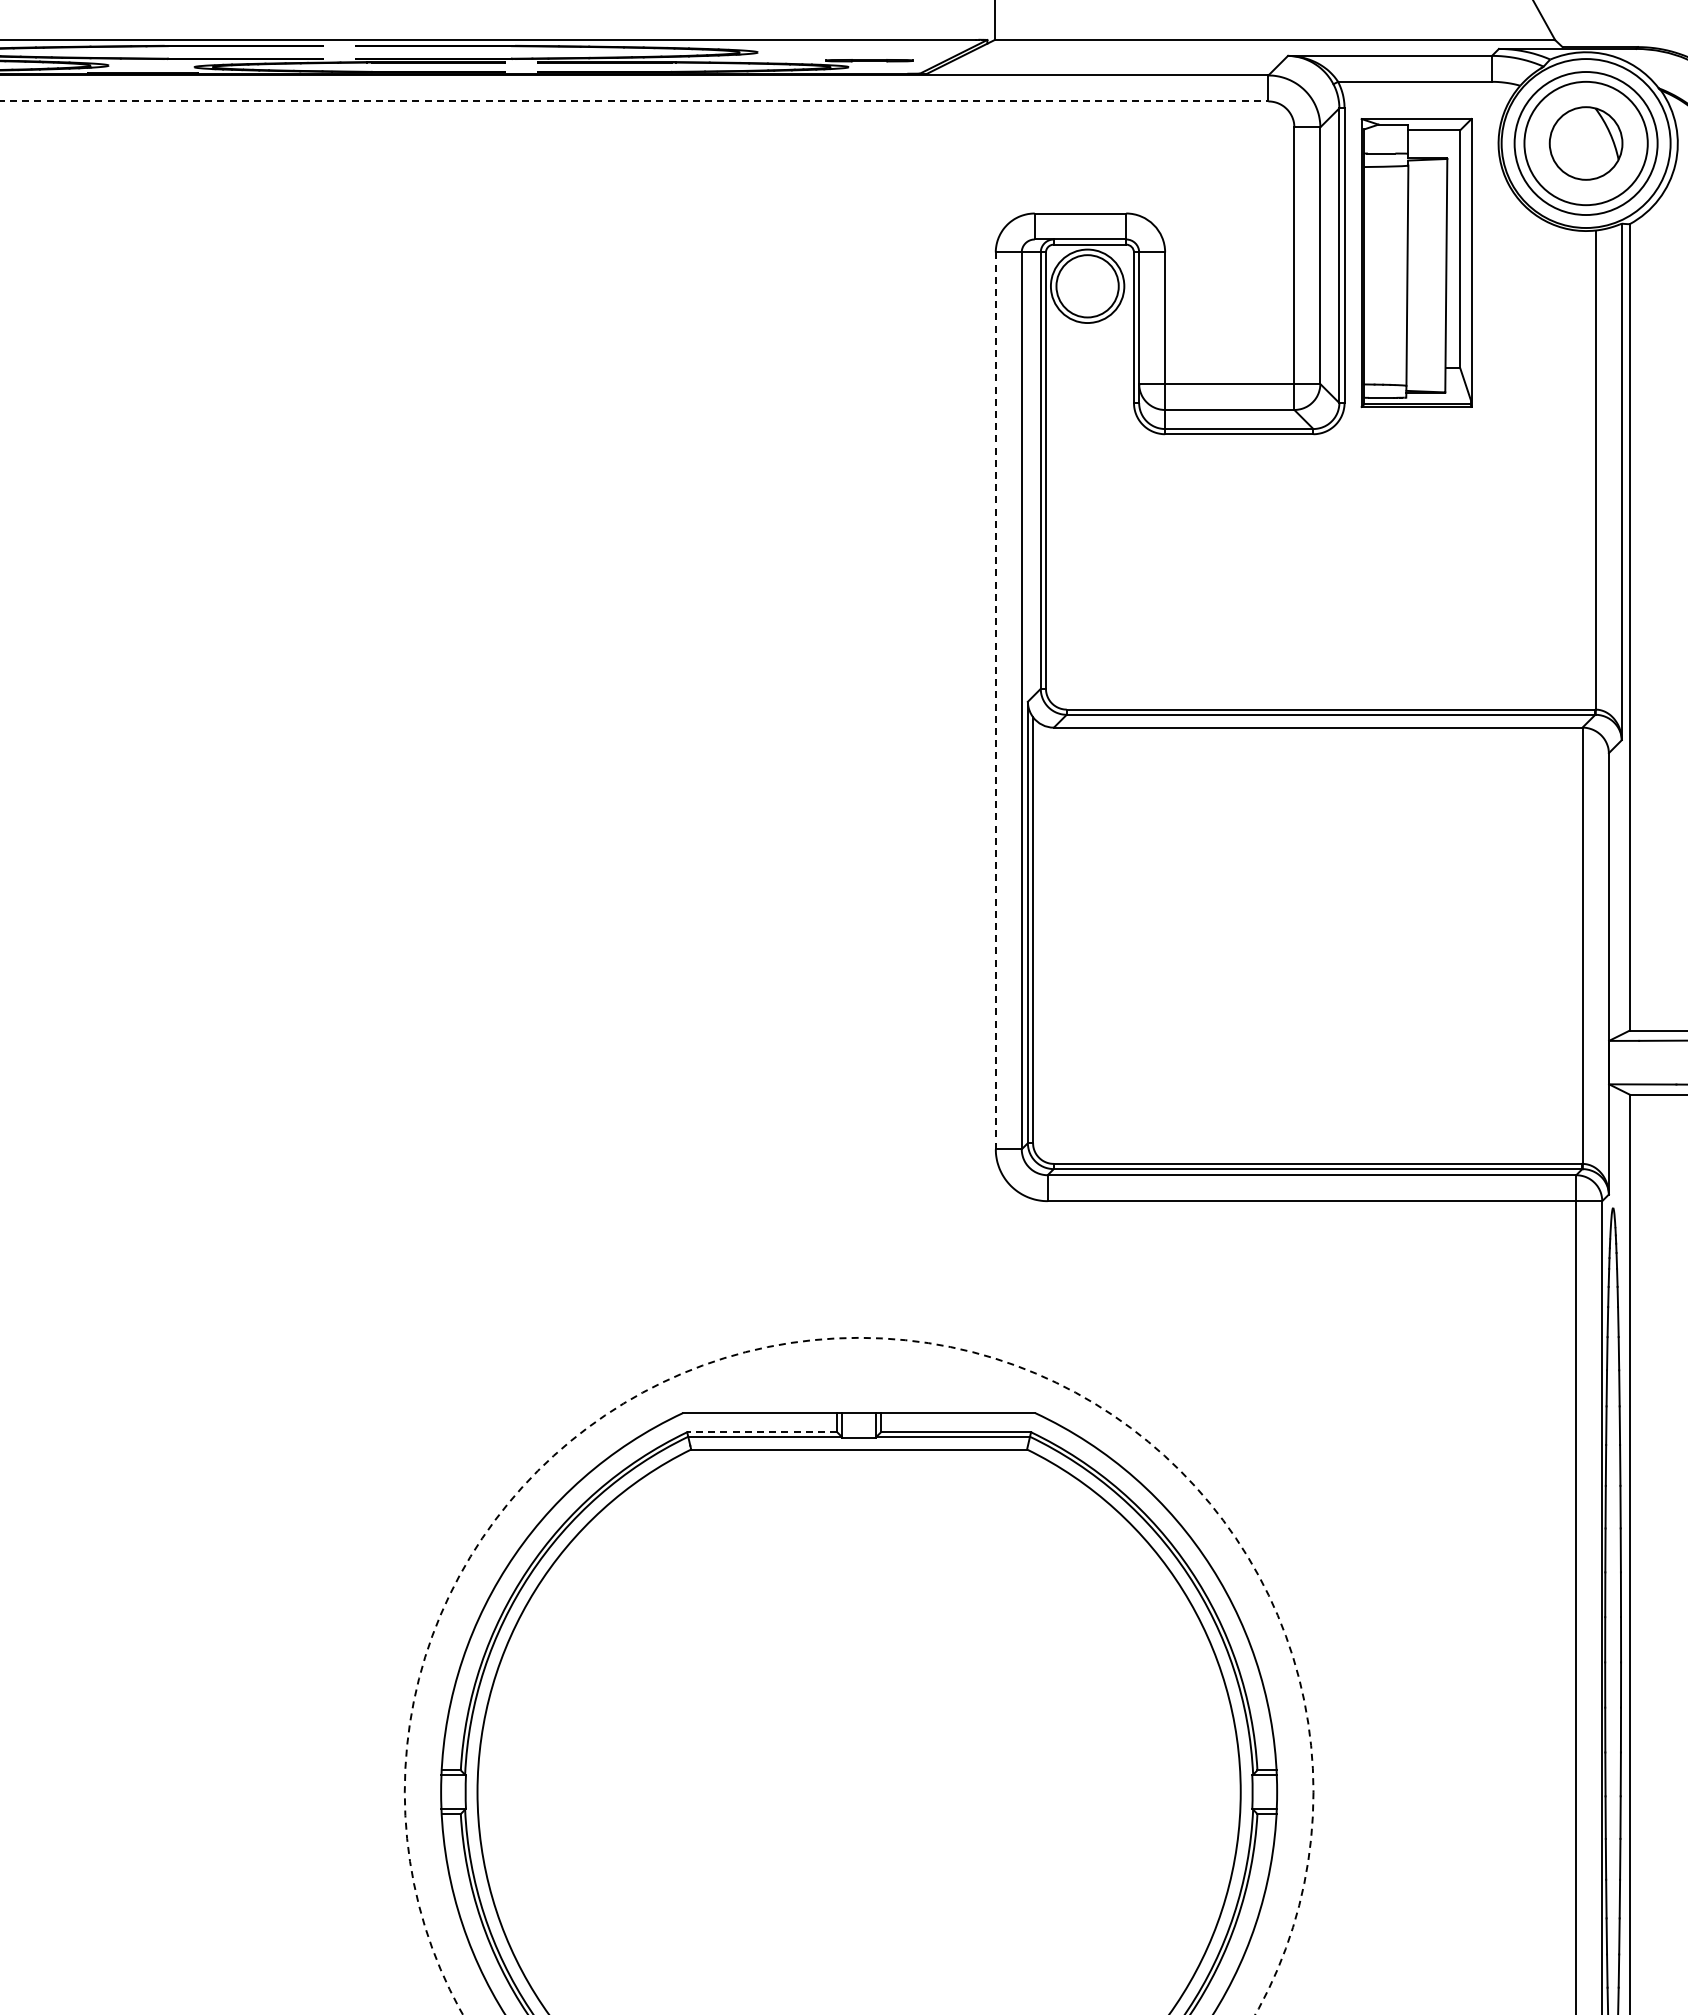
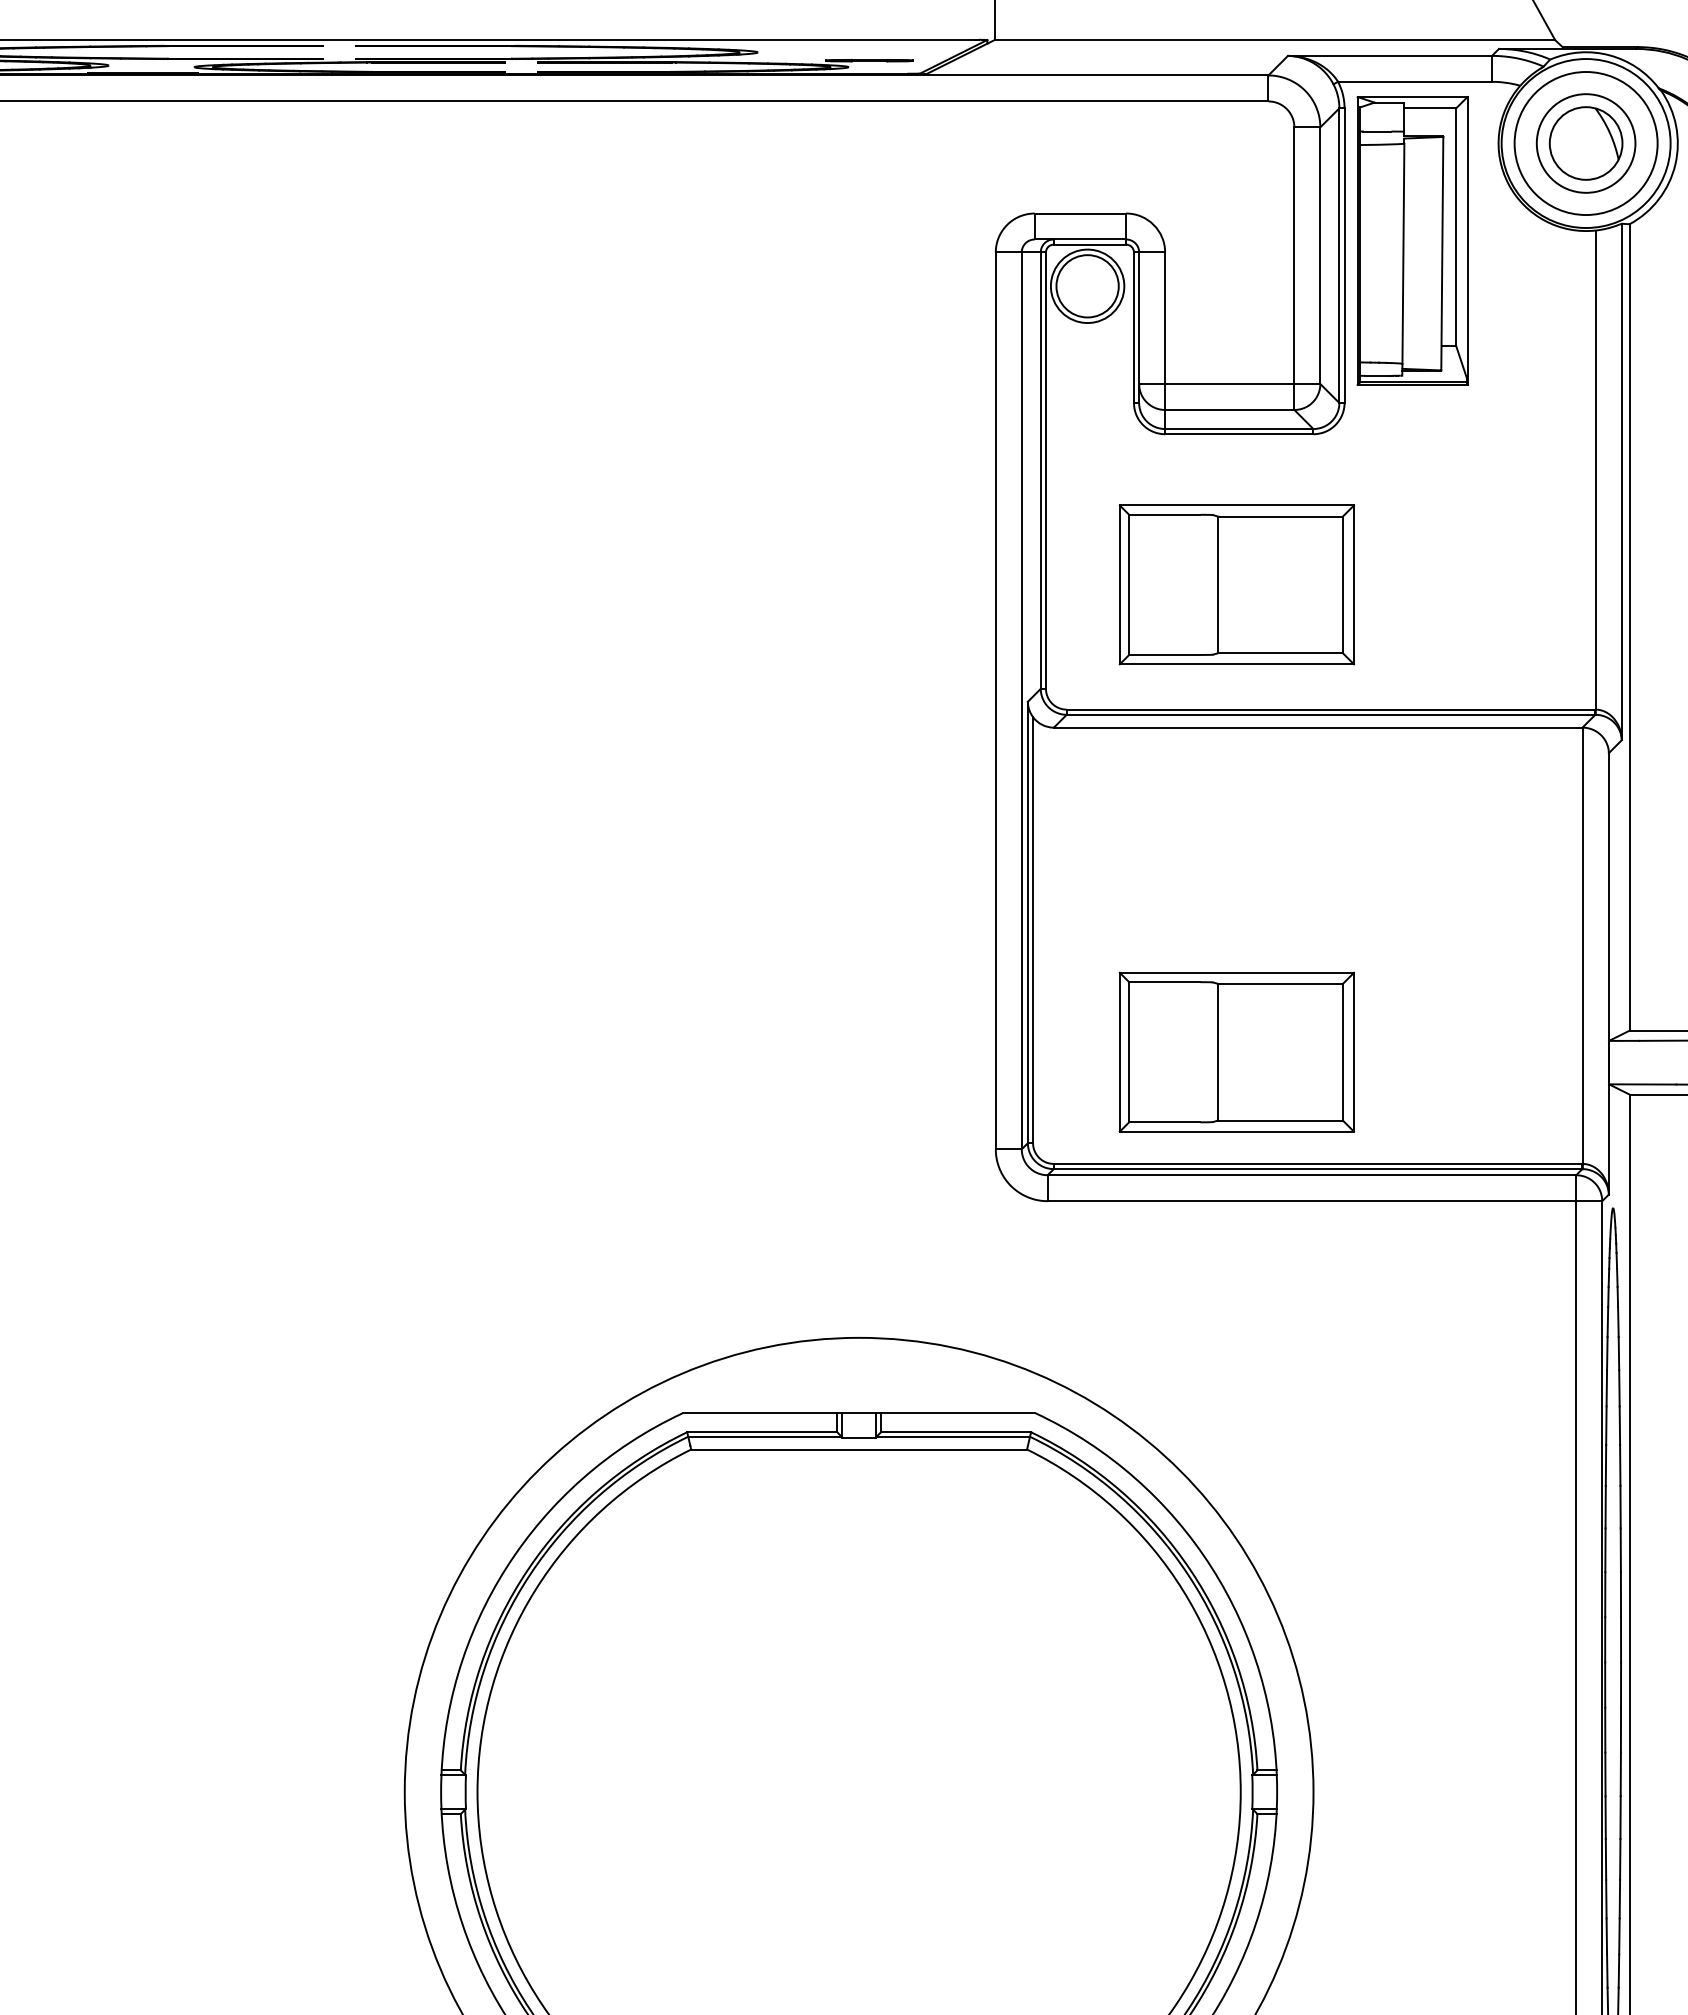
line at (635, 101): dashed -> solid
circle at (1585, 143) diameter: 123 px -> 99 px
part at (1416, 262) position: (1416, 262) -> (1412, 240)
part at (1236, 584): none -> present
line at (995, 701): dashed -> solid
part at (1236, 1051): none -> present
line at (761, 1432): dashed -> solid
circle at (858, 1675): dashed -> solid
